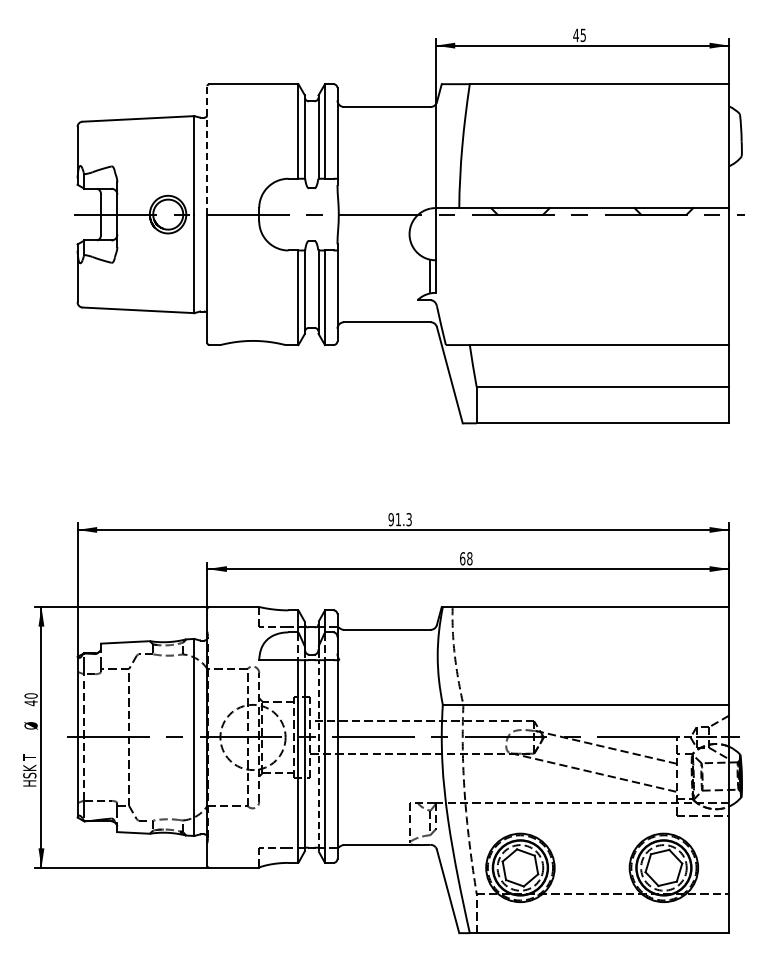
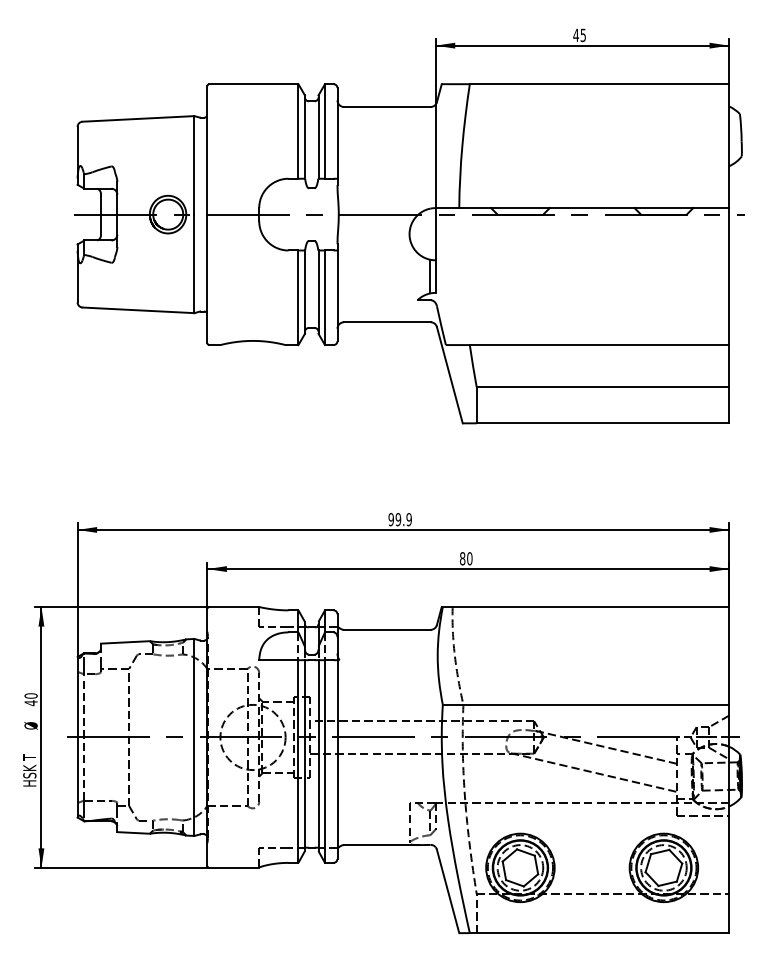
line at (207, 149): dashed -> solid
text at (403, 519): 91.3 -> 99.9
text at (466, 558): 68 -> 80
line at (318, 755): dashed -> solid
